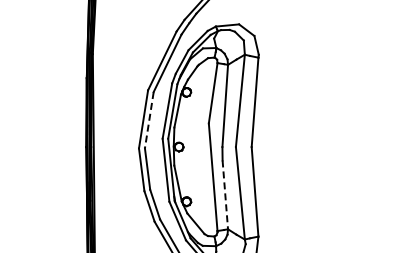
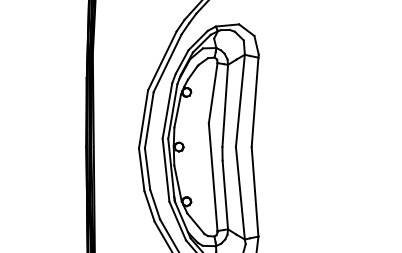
line at (149, 120): dashed -> solid
line at (225, 194): dashed -> solid
